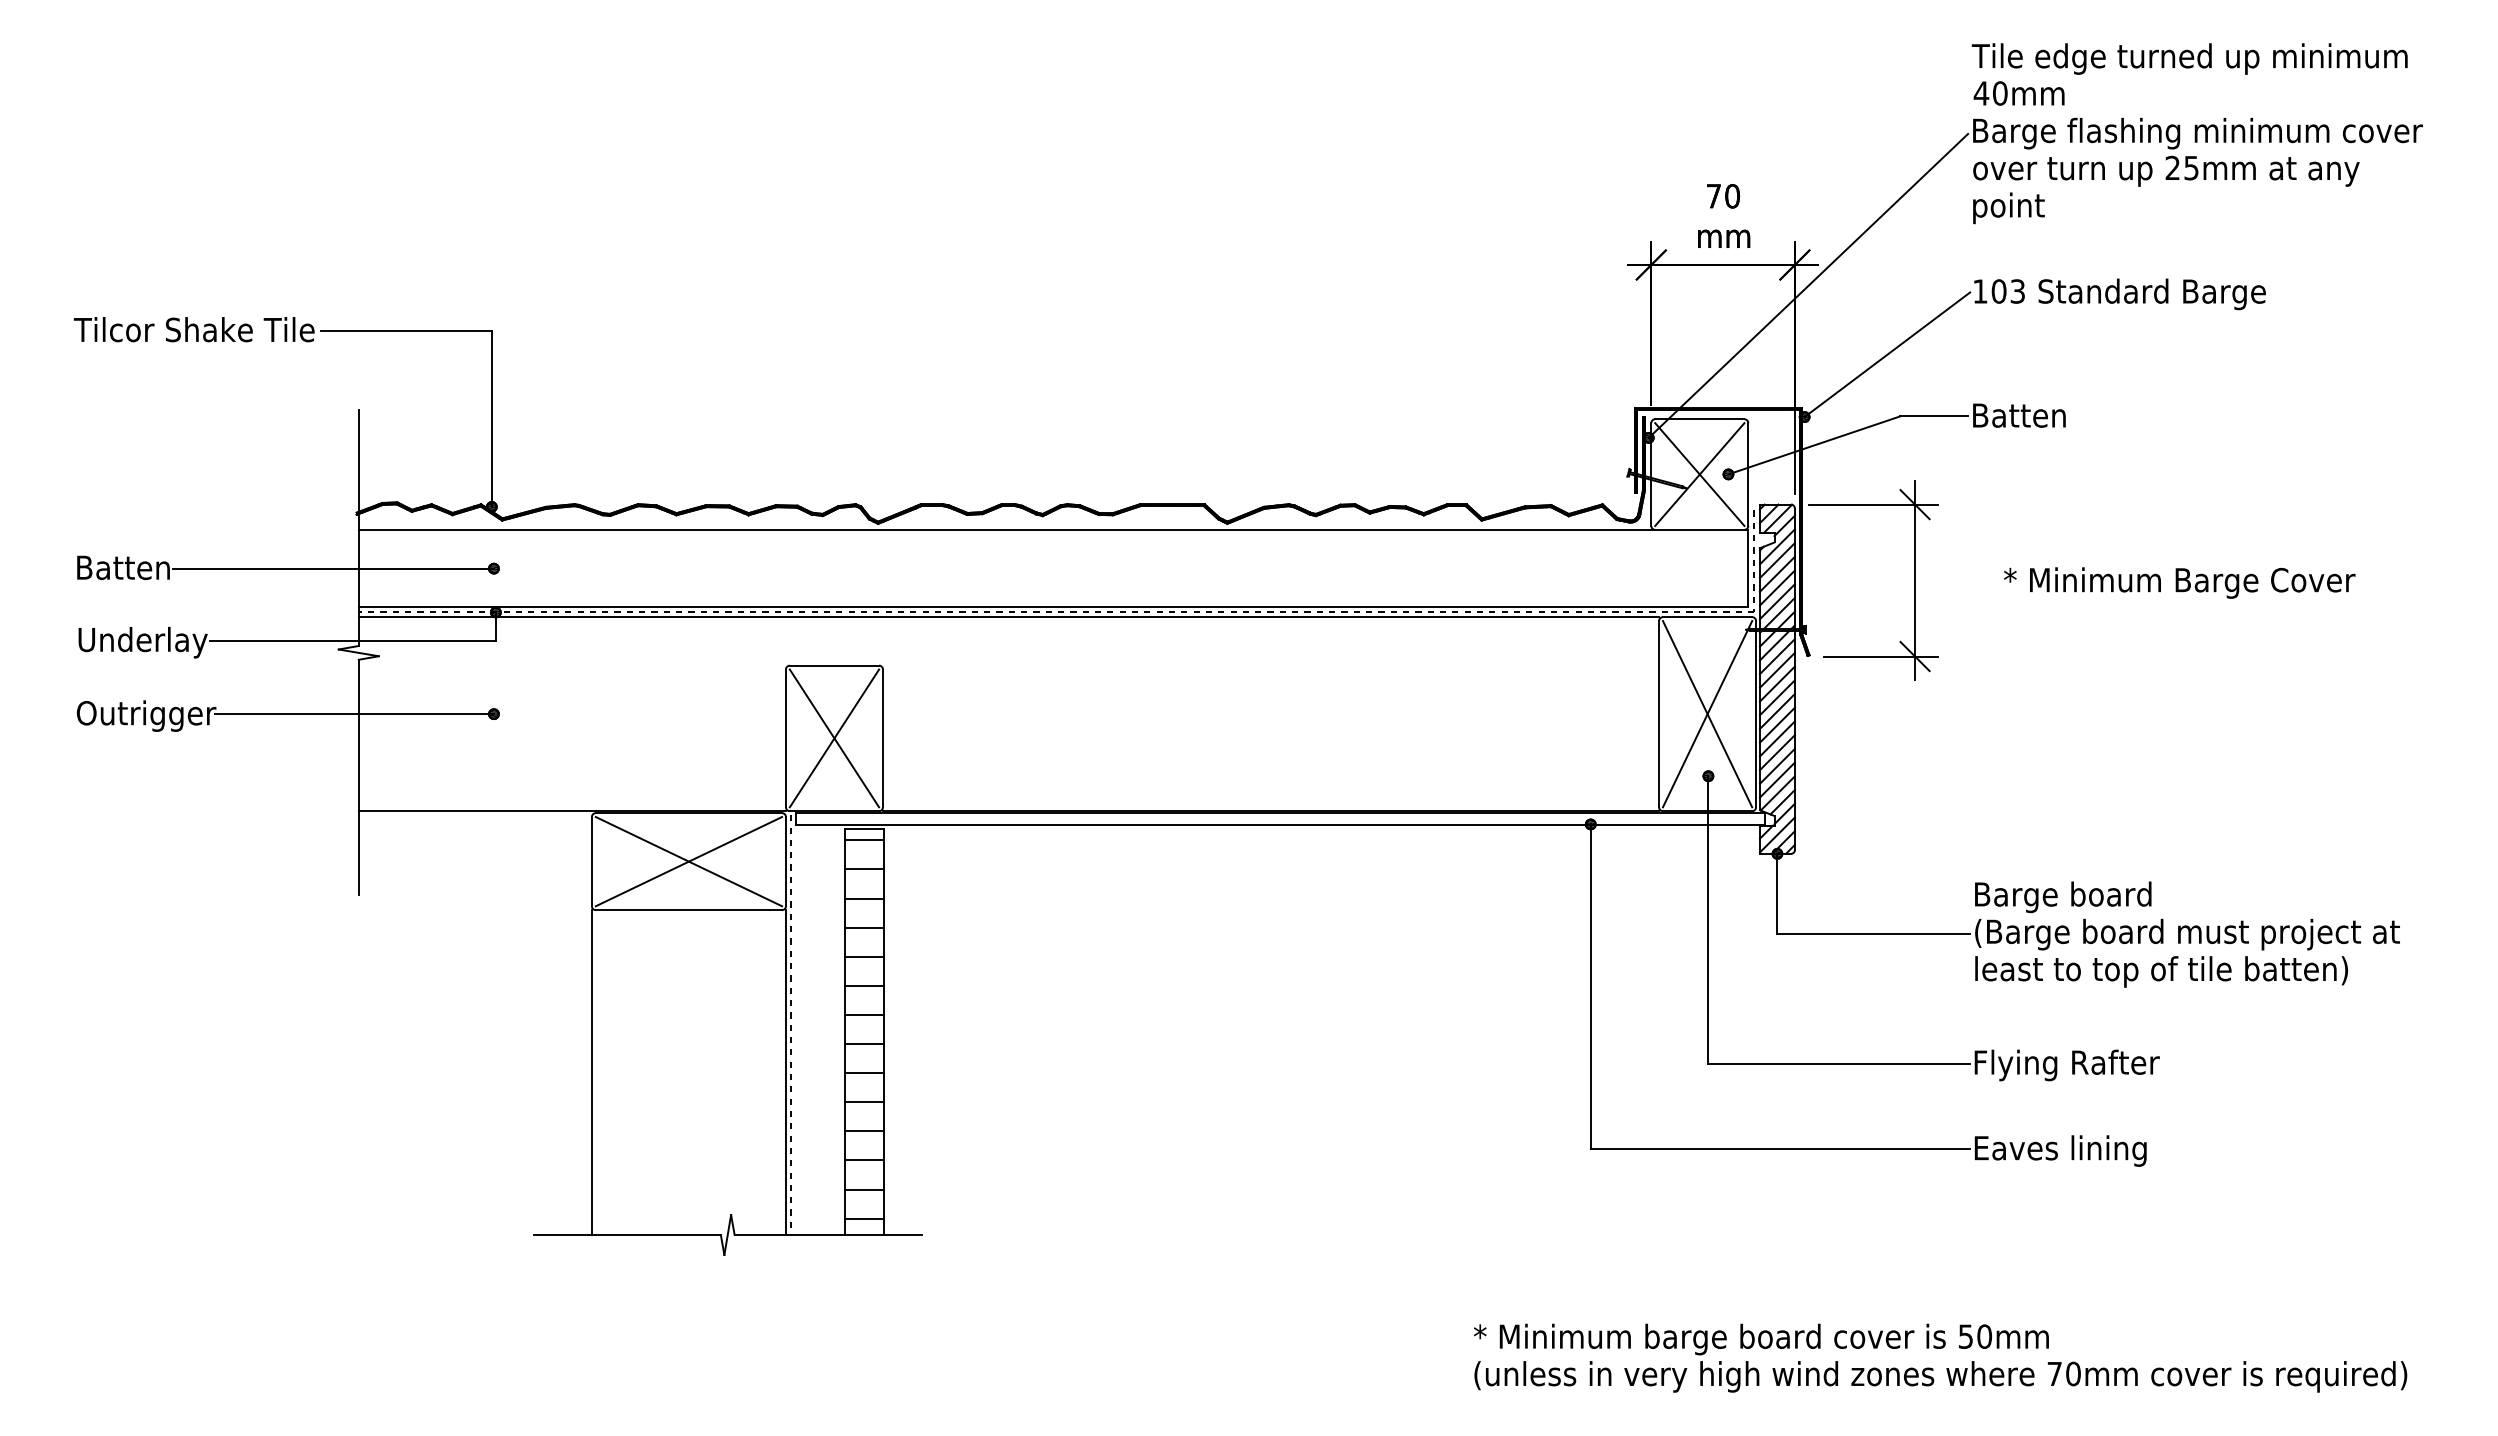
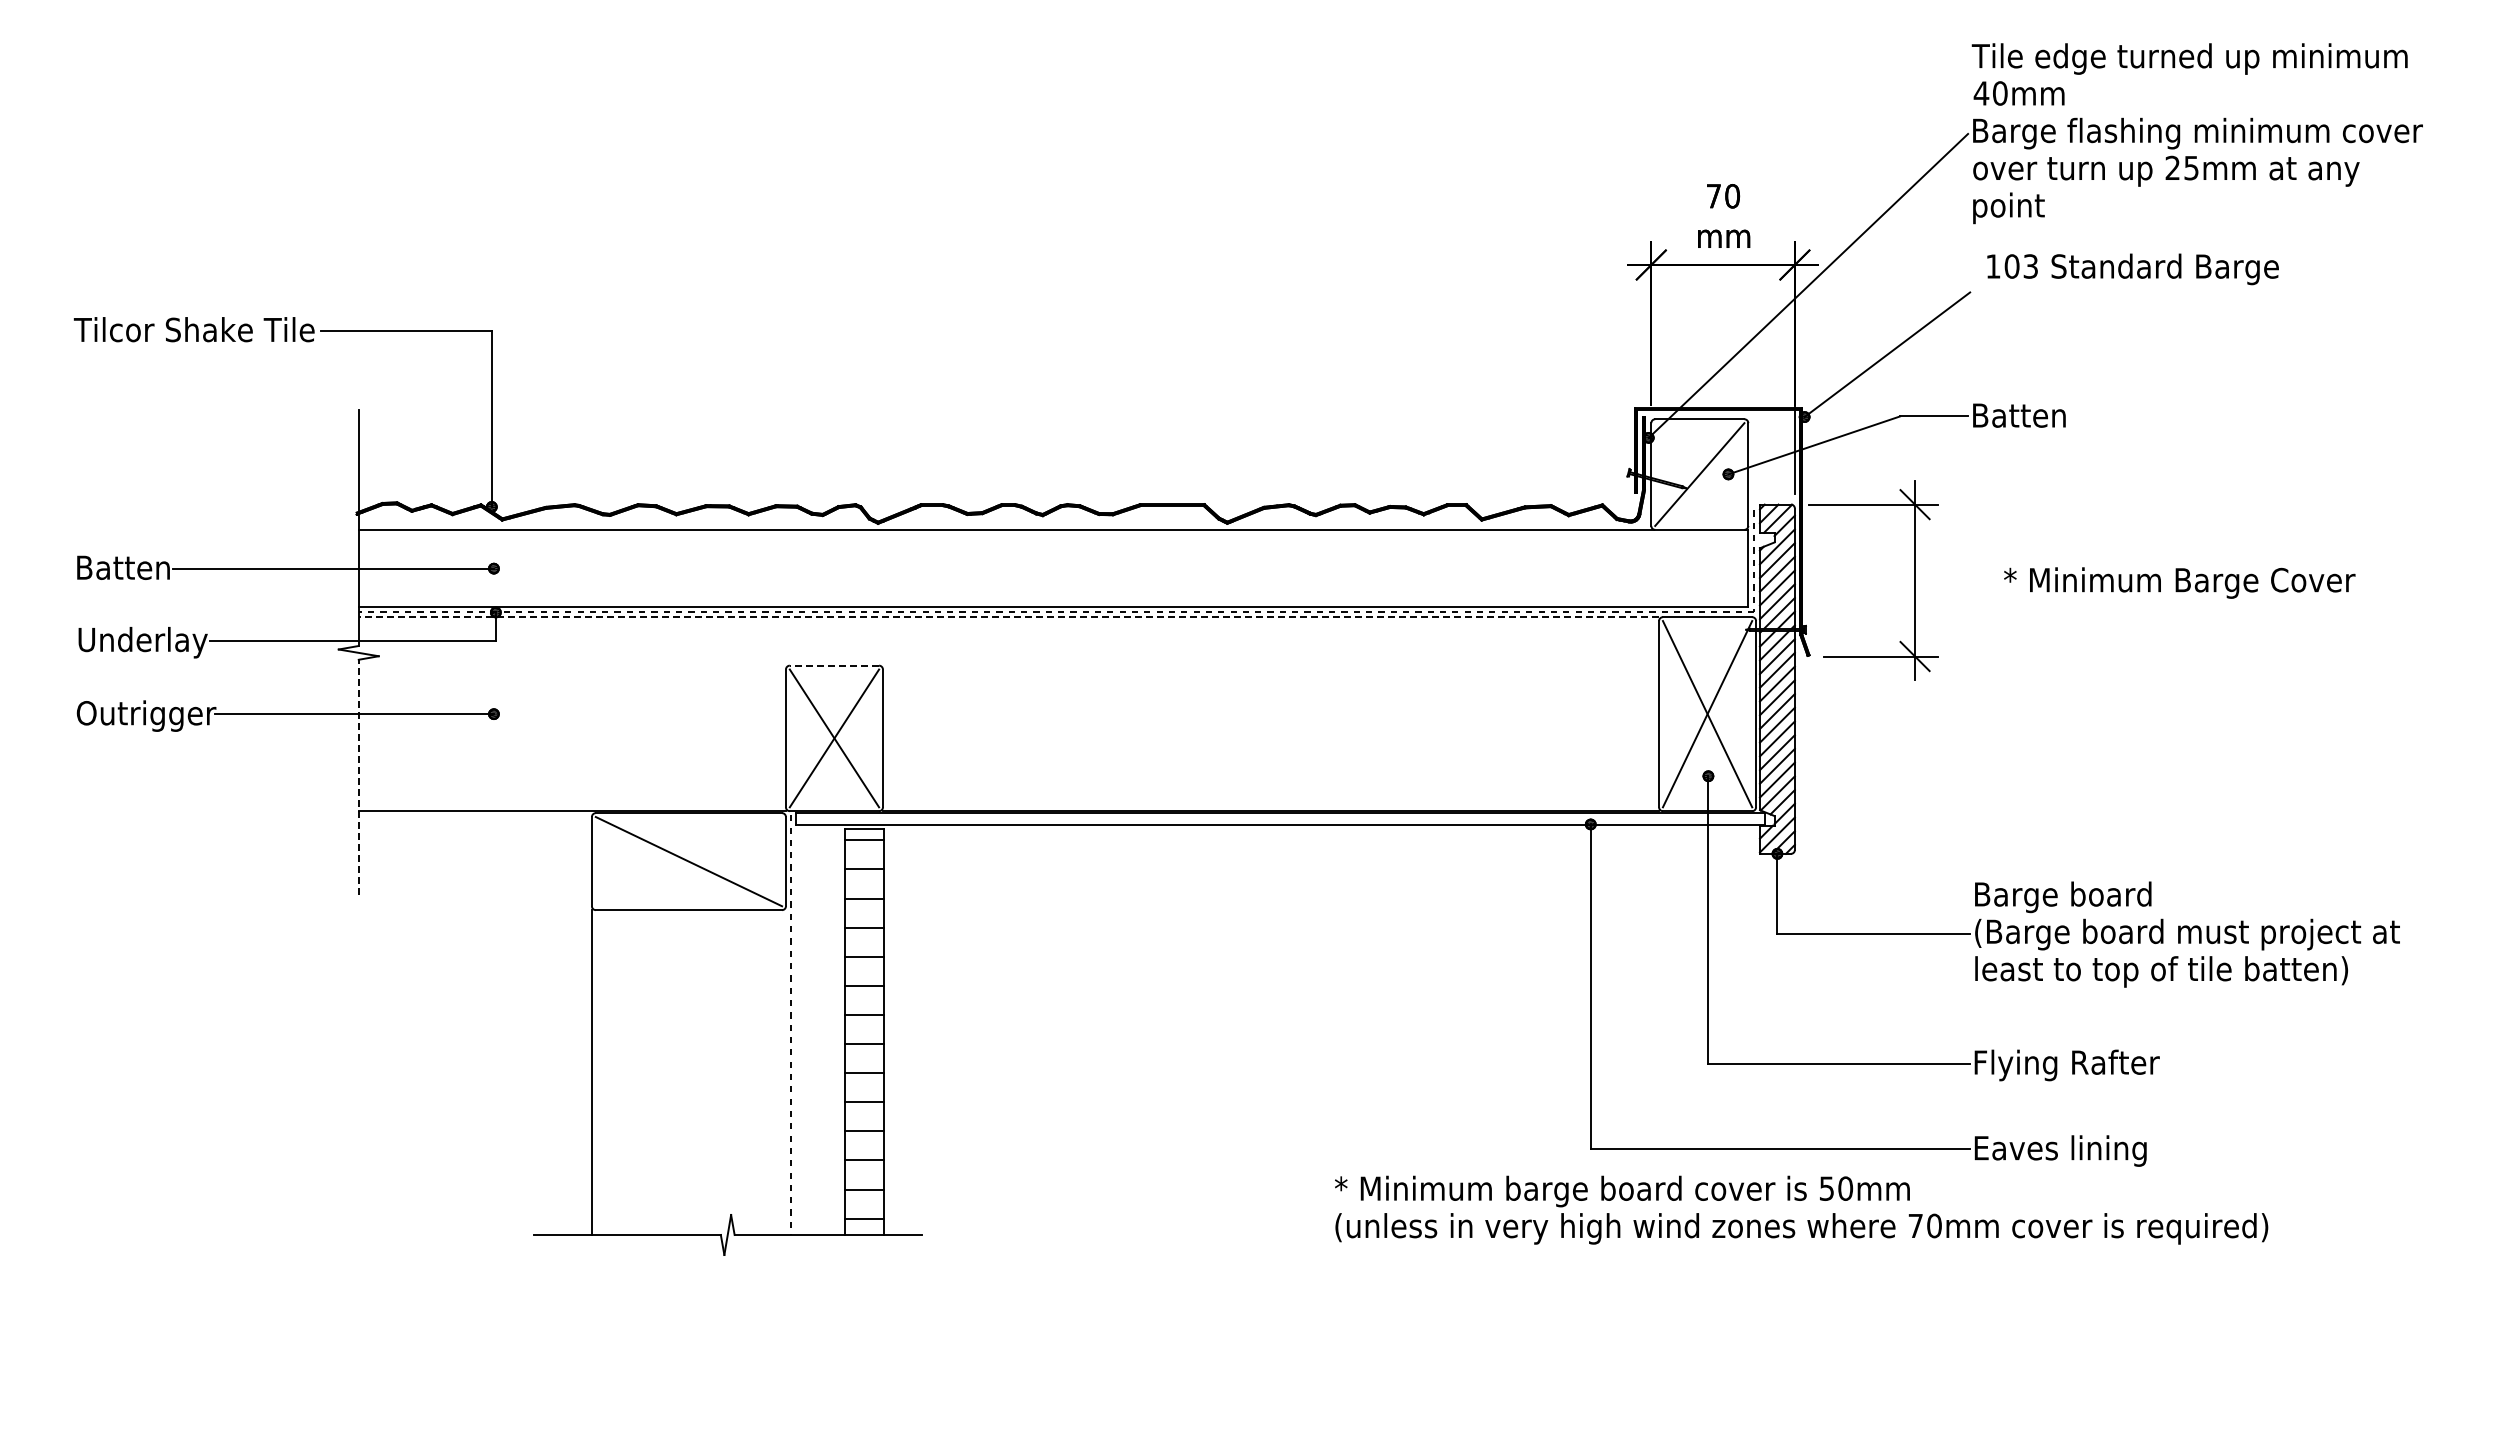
text at (2119, 294) position: (2119, 294) -> (2132, 269)
line at (1699, 474): present -> none
line at (1008, 617): solid -> dashed
line at (834, 665): solid -> dashed
line at (358, 777): solid -> dashed
line at (688, 861): present -> none
line at (785, 1072): present -> none
text at (1940, 1357) position: (1940, 1357) -> (1801, 1209)
